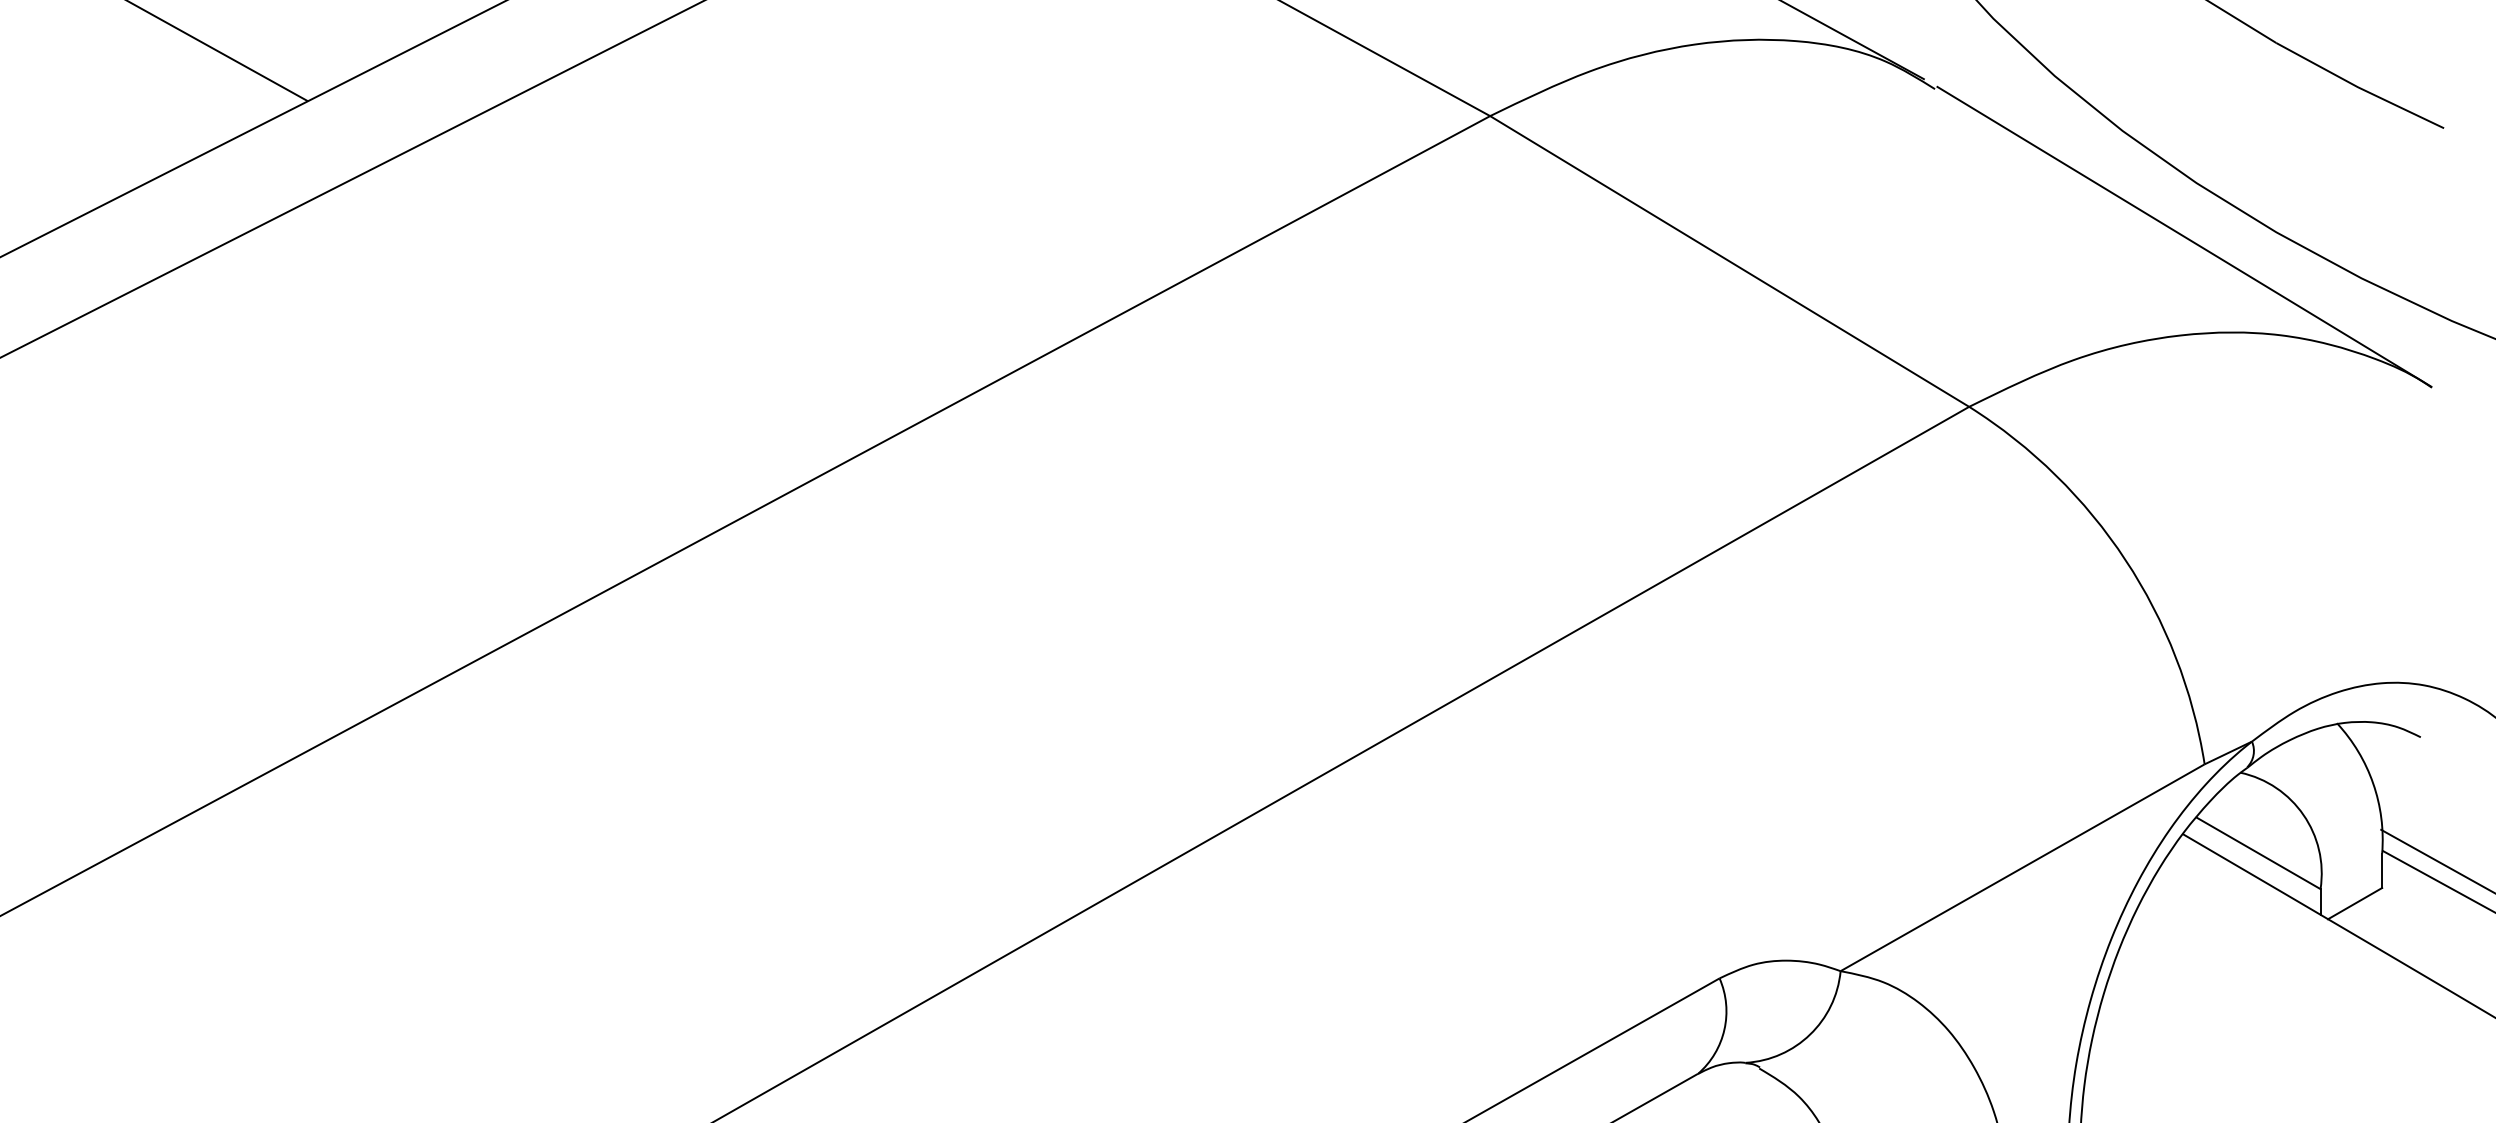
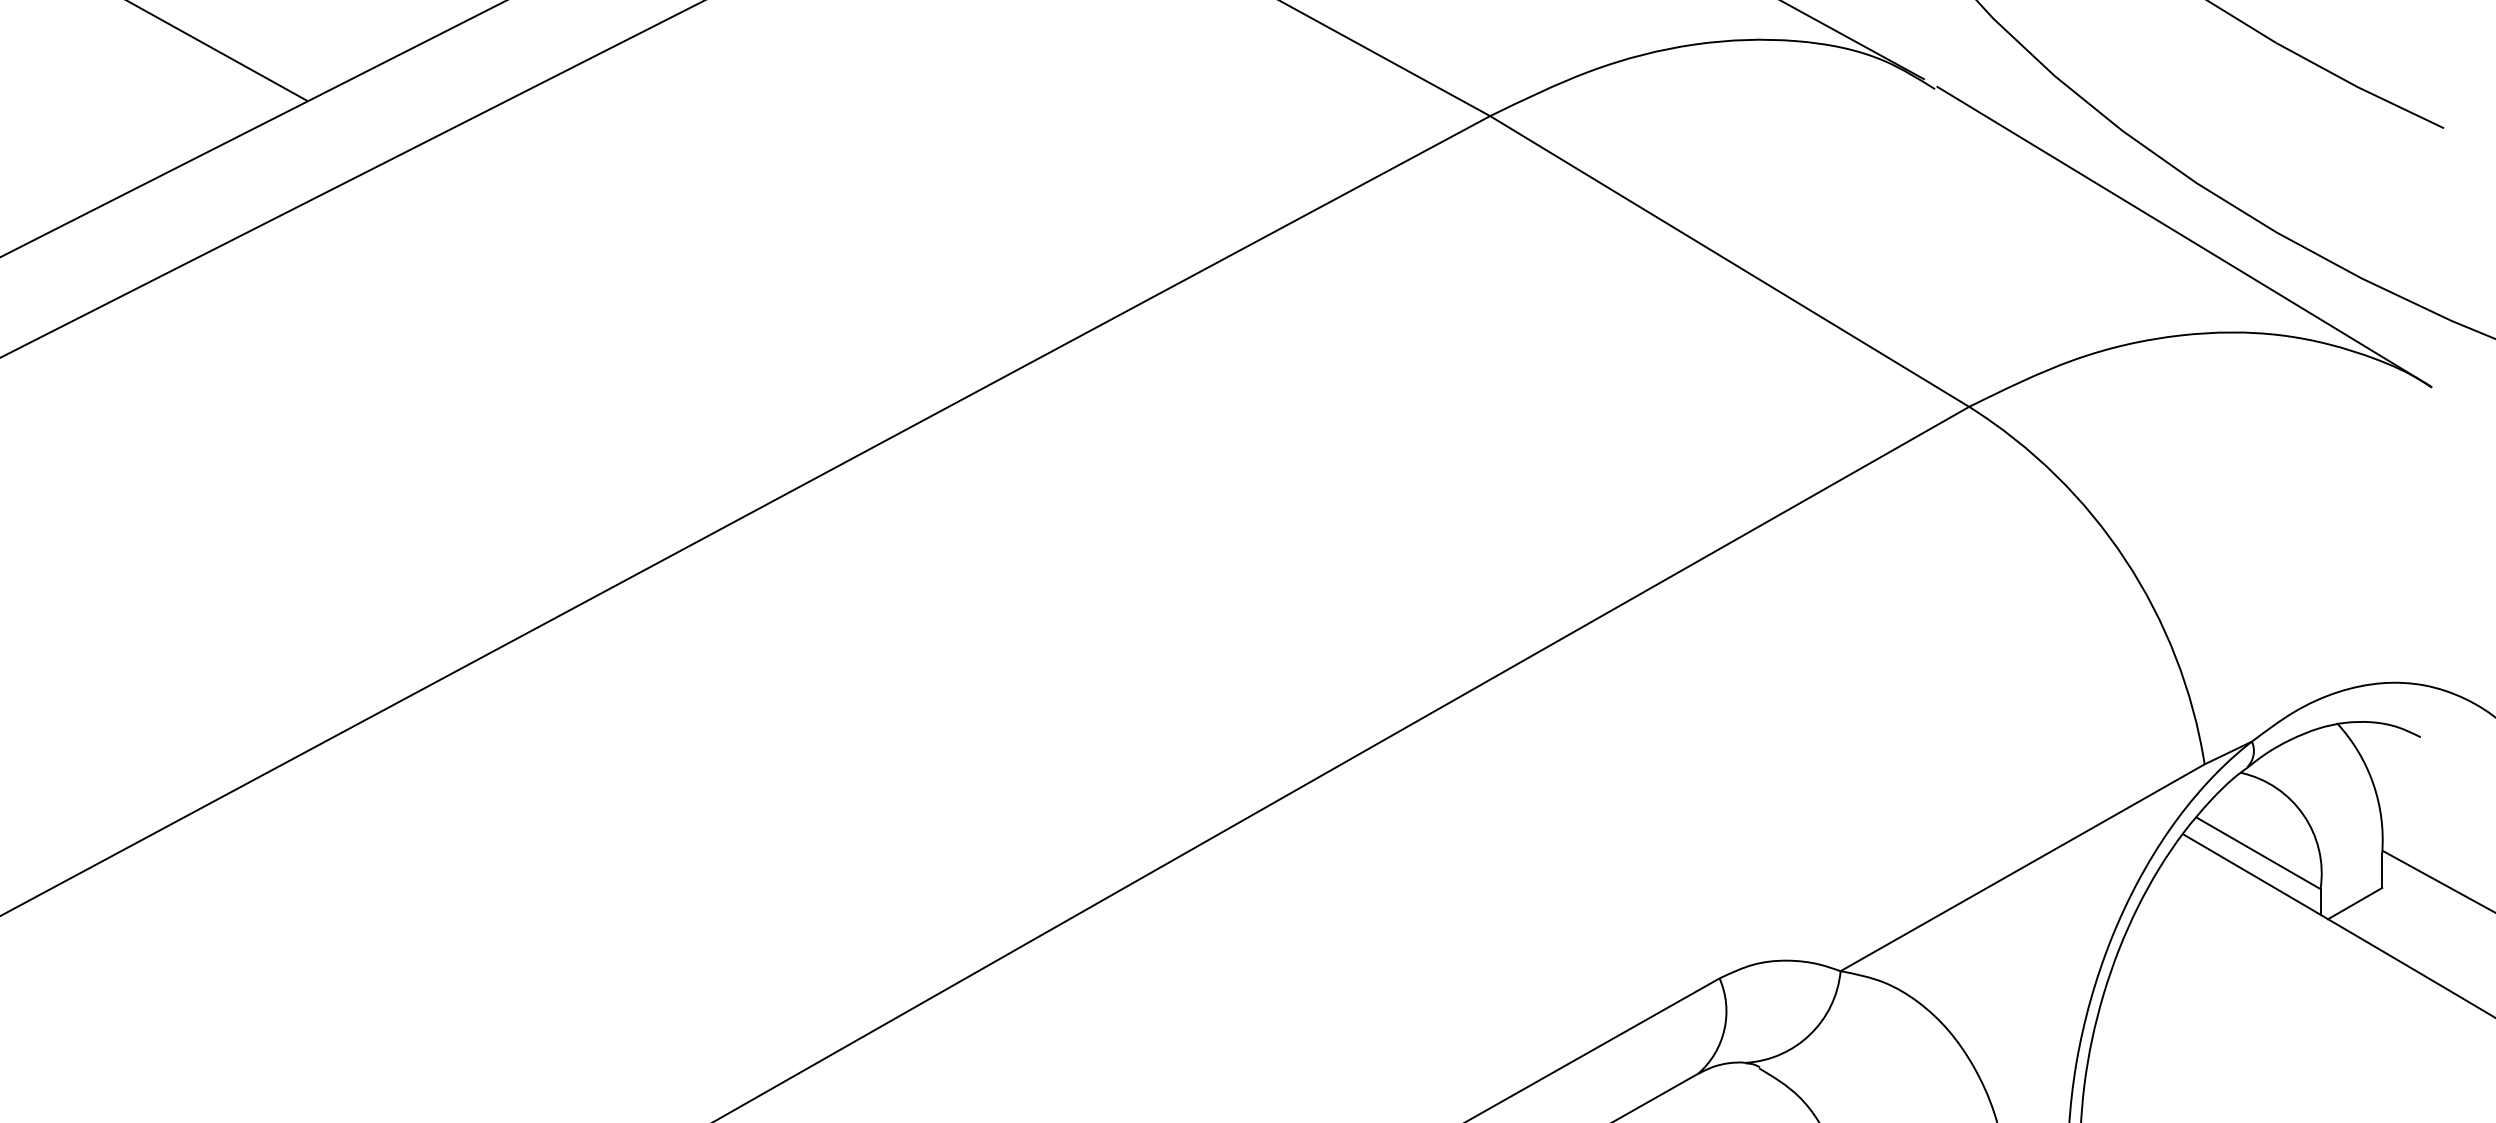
line at (2436, 860): present -> none
